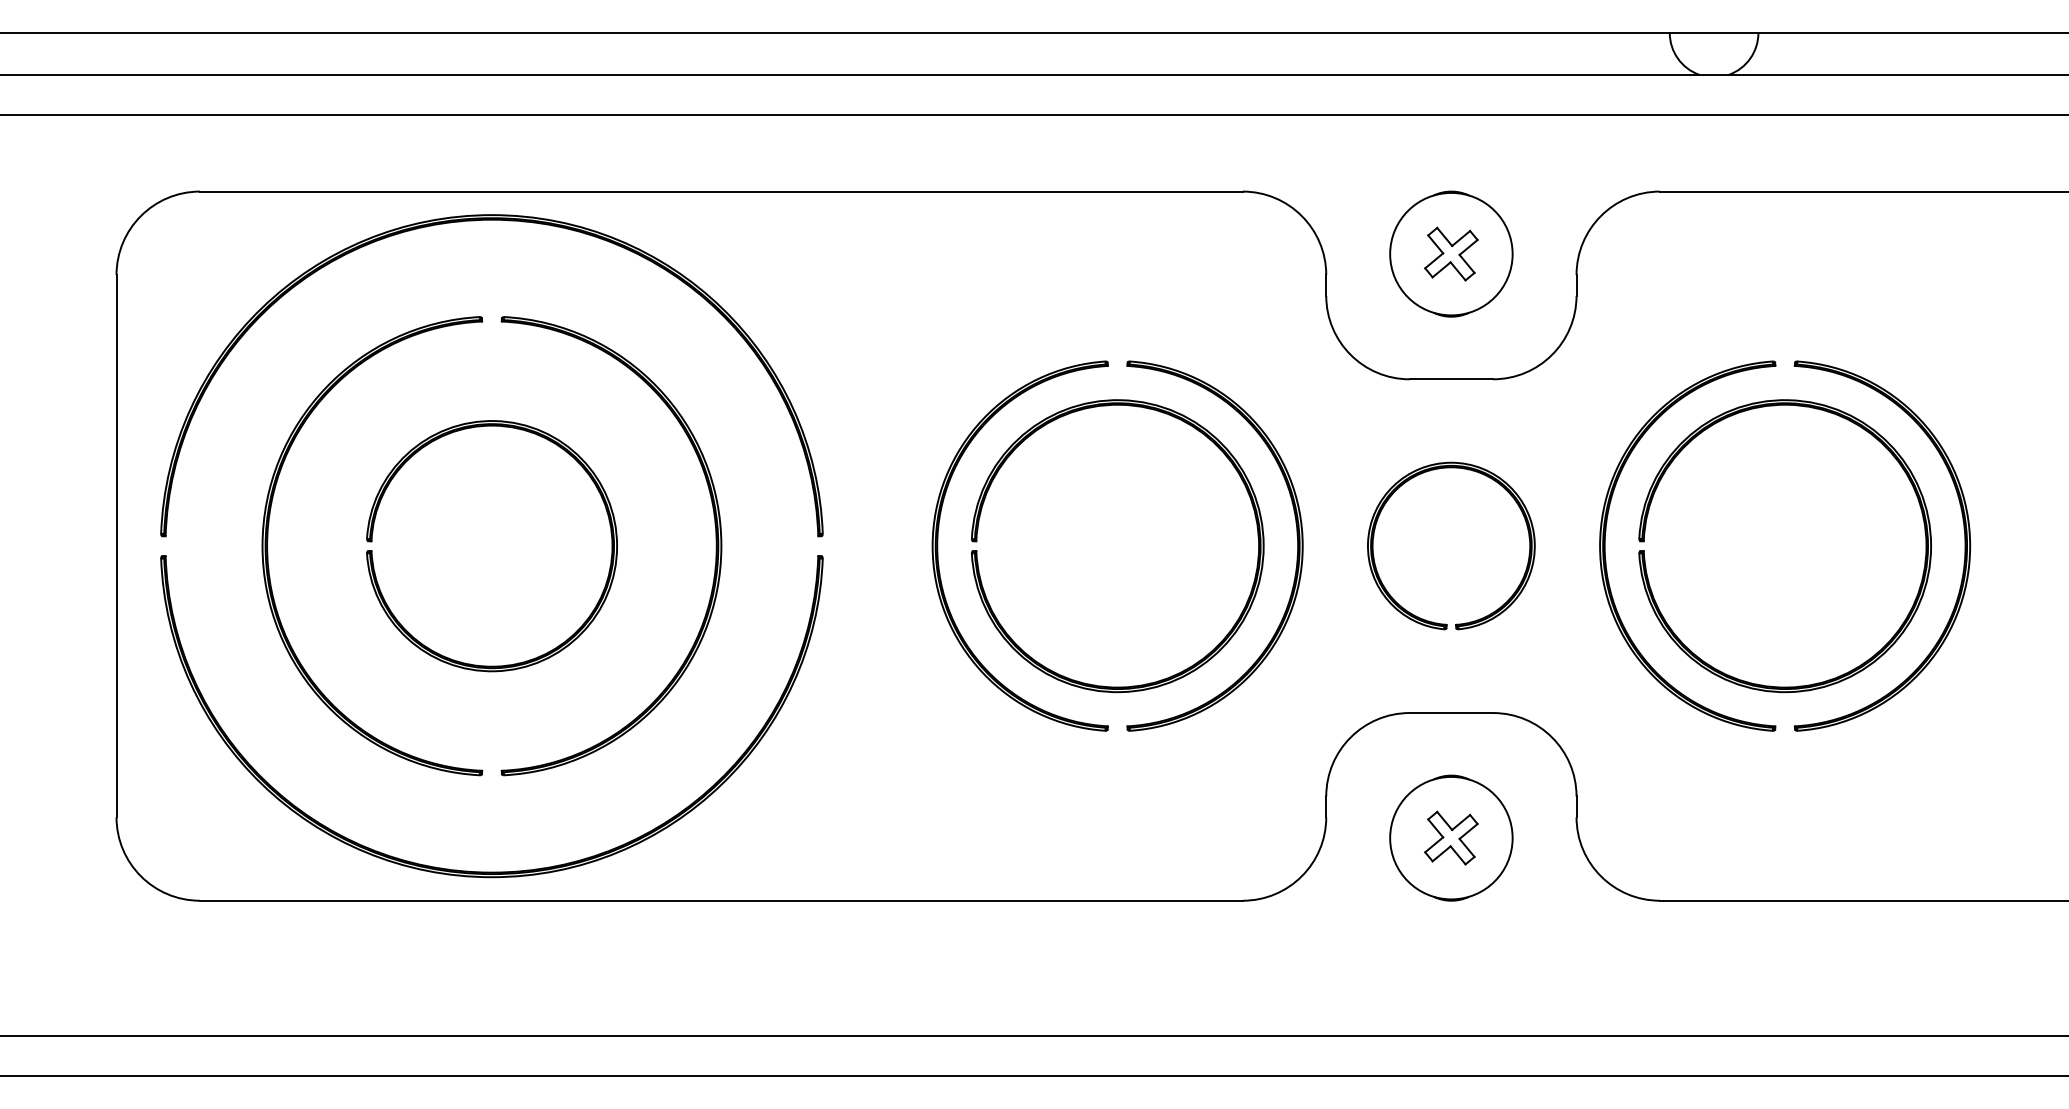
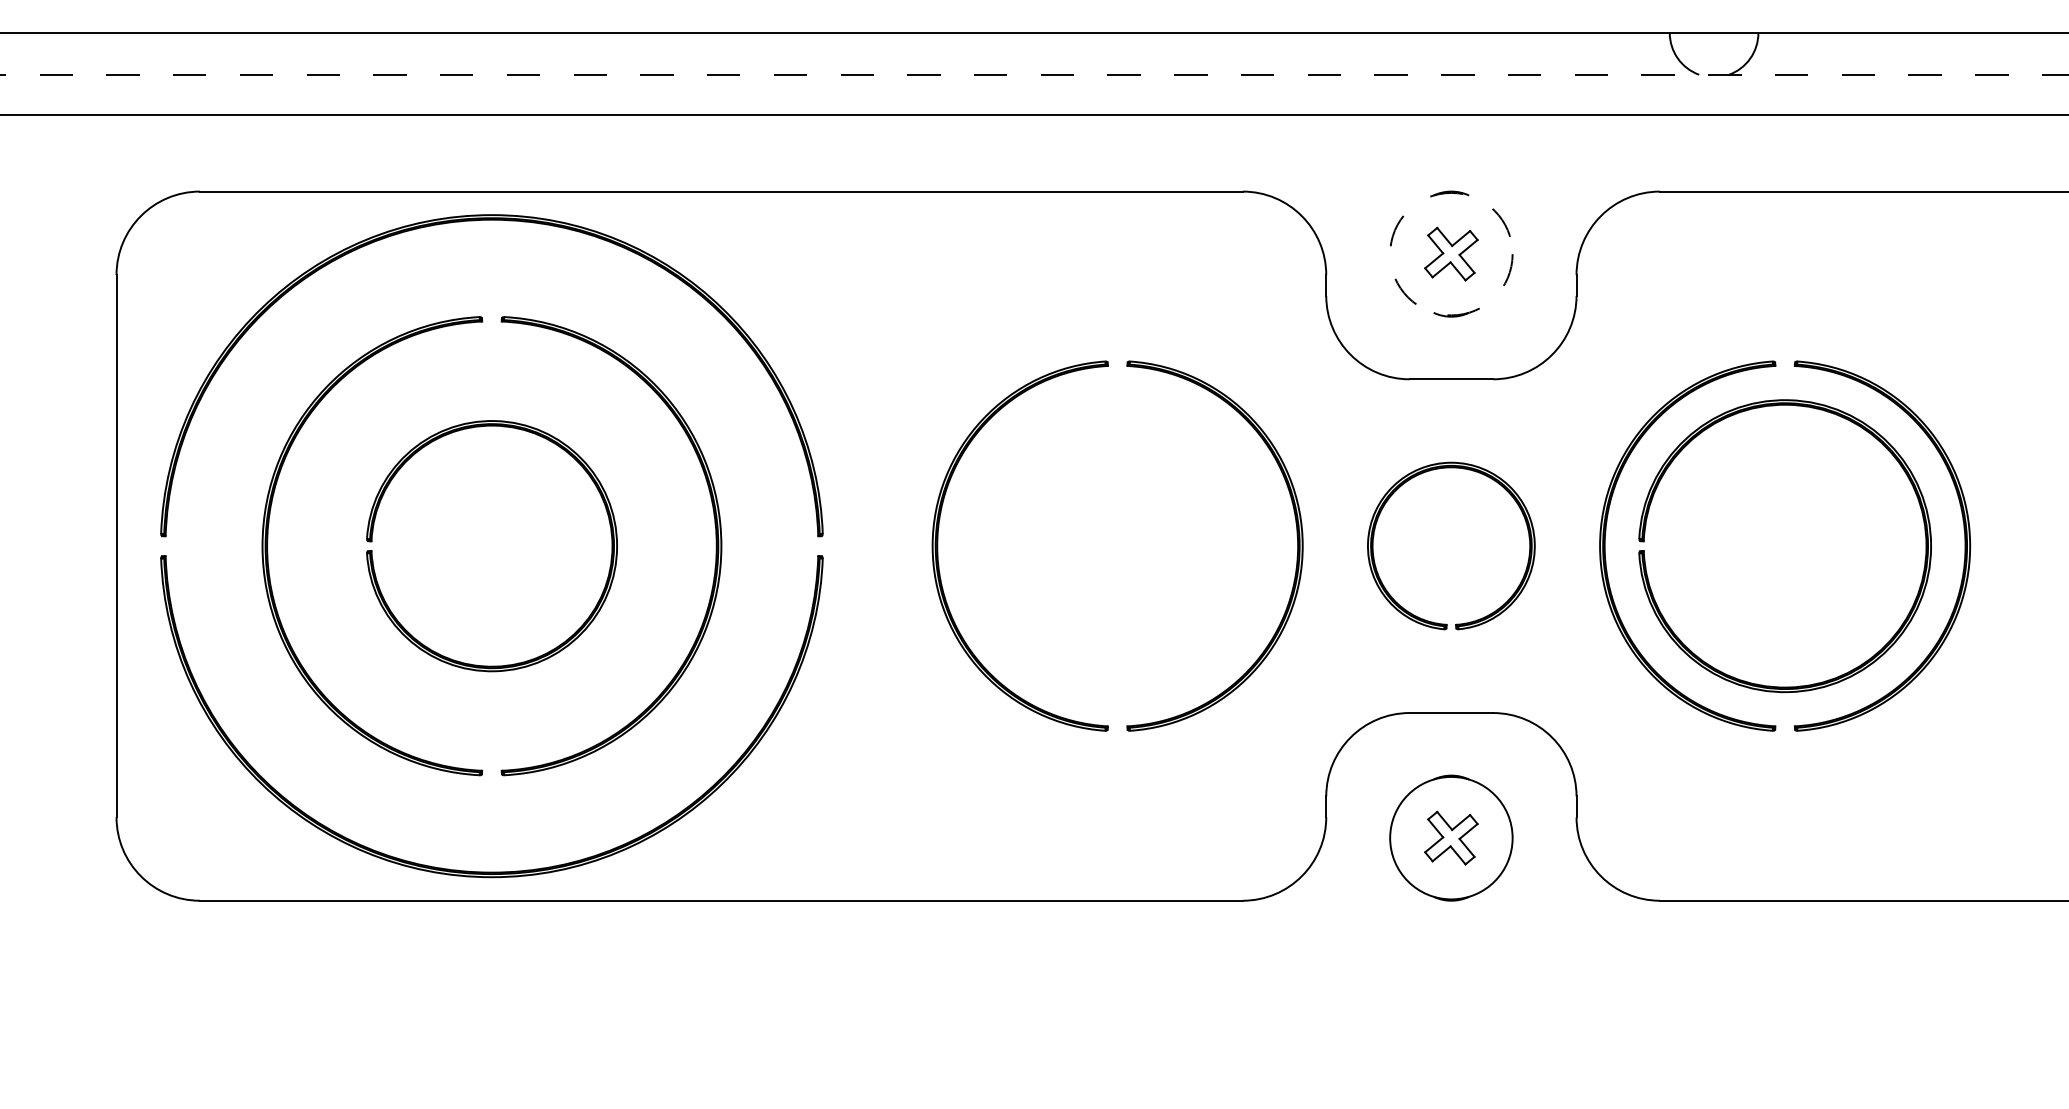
line at (1034, 74): solid -> dashed
circle at (1451, 253): solid -> dashed
part at (1031, 656): present -> none
line at (1033, 1035): present -> none
line at (1033, 1075): present -> none
